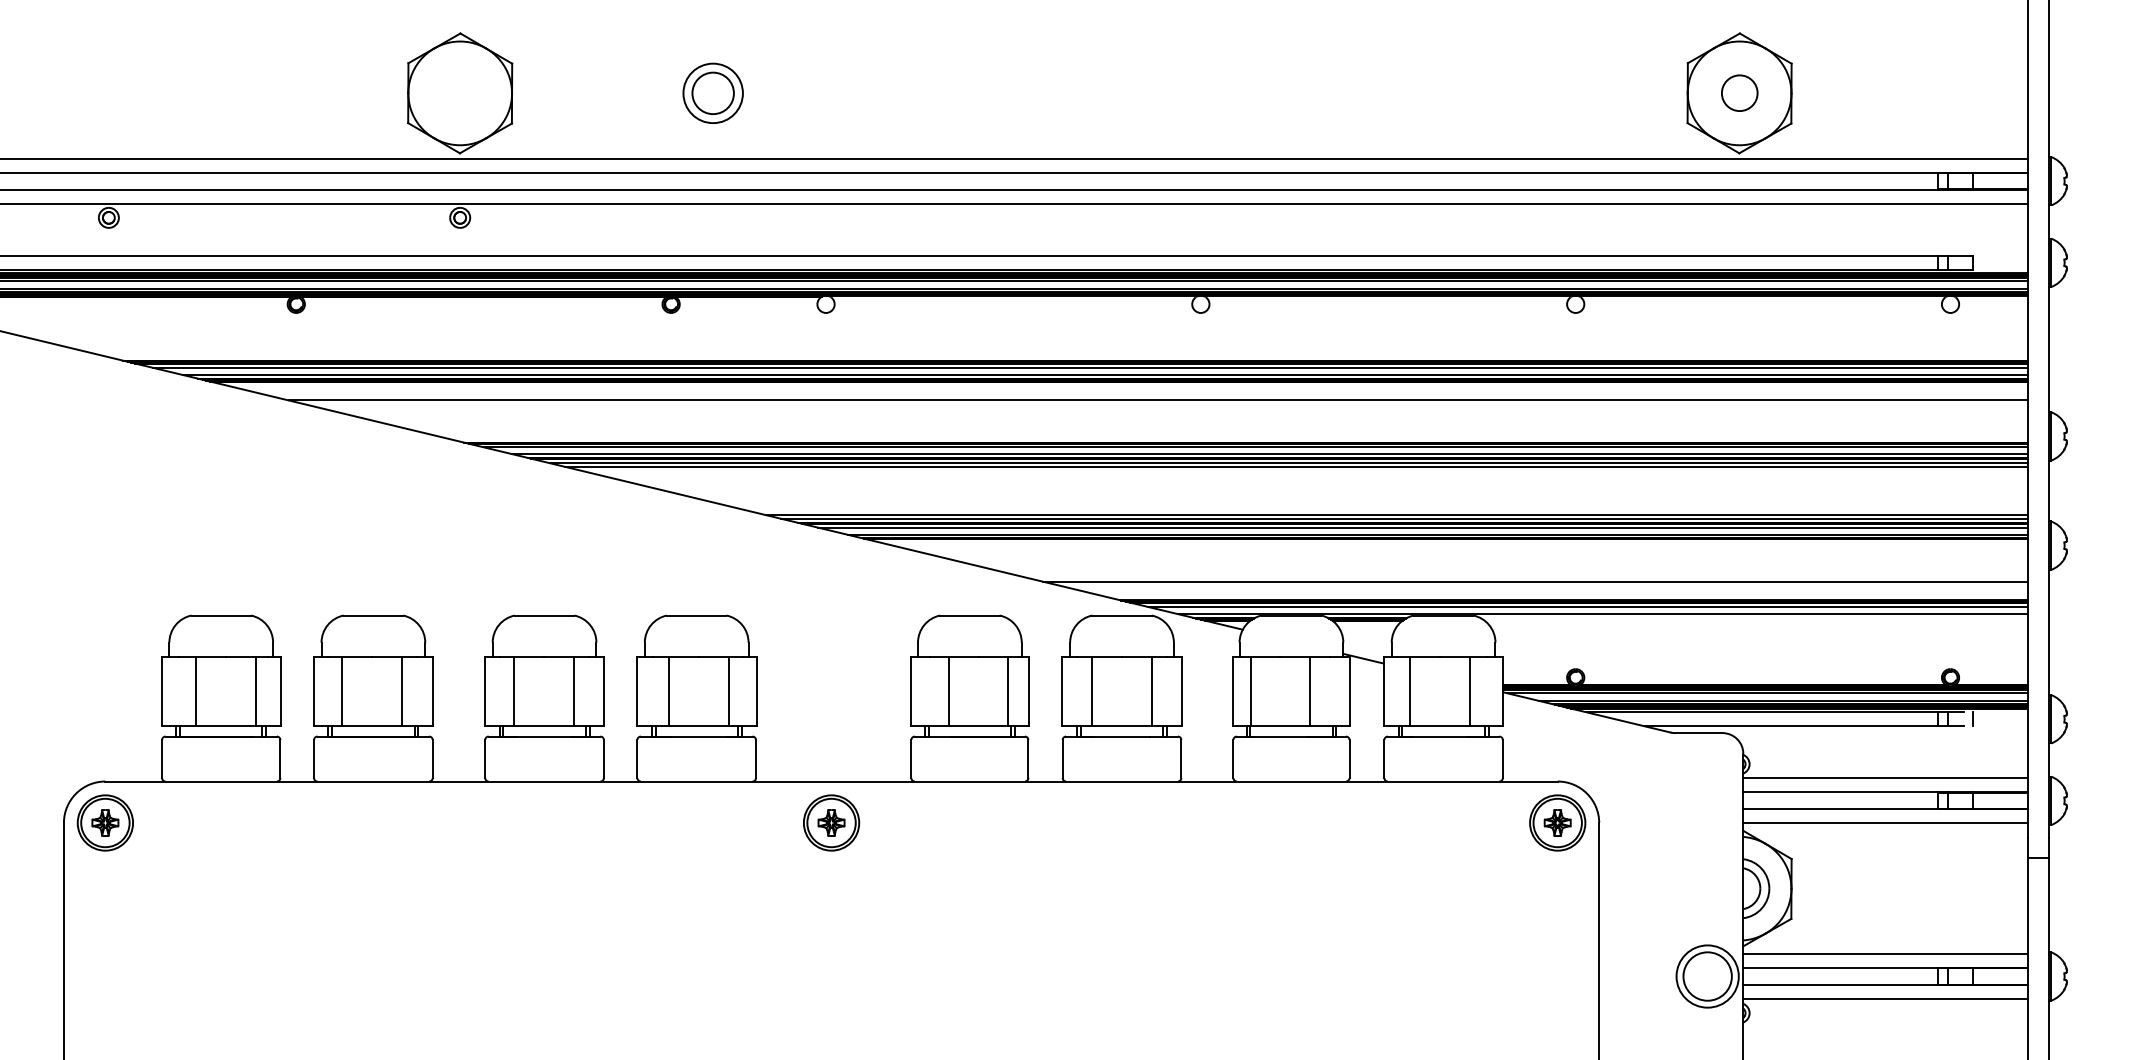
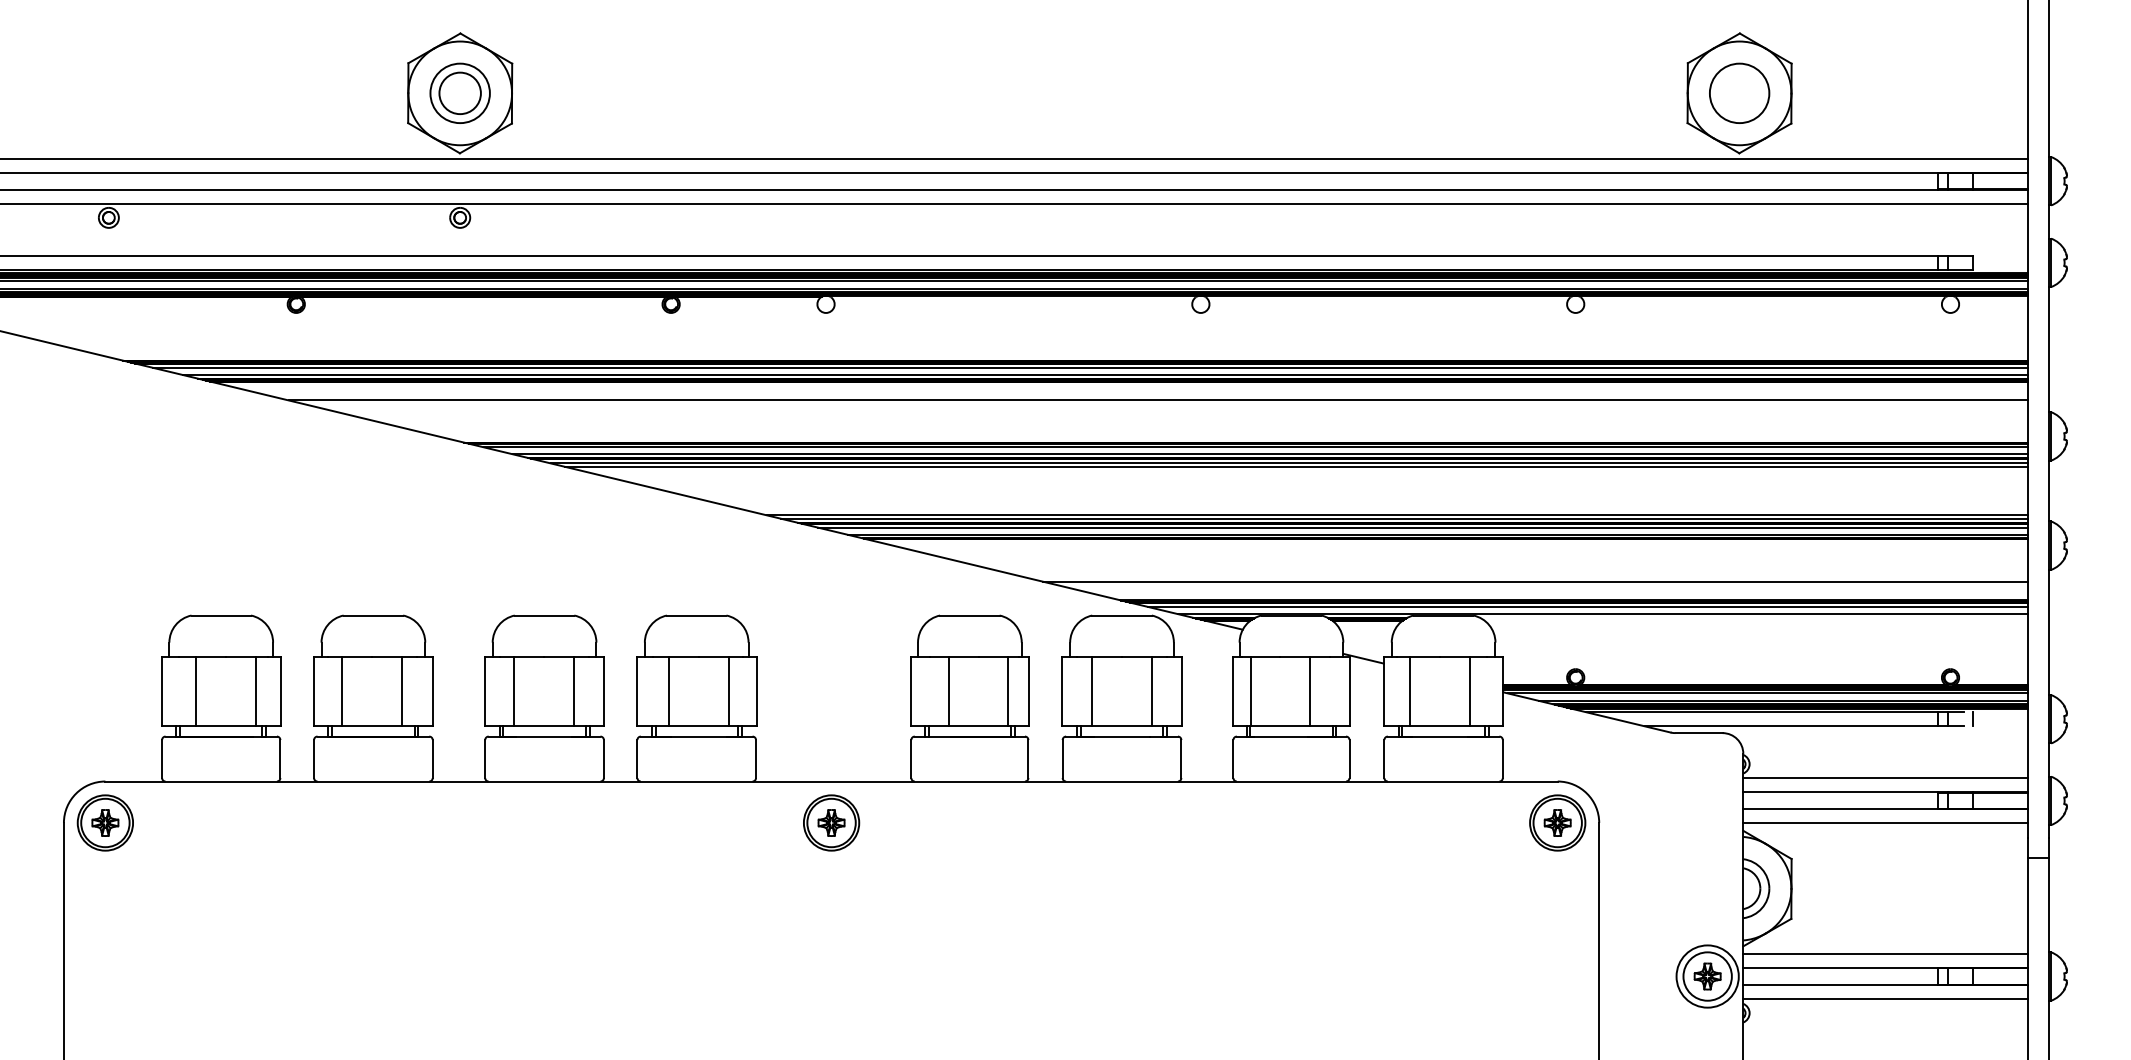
part at (712, 92) position: (712, 92) -> (459, 92)
circle at (1739, 92) size: 38x38 px -> 62x62 px
part at (1707, 976): none -> present
